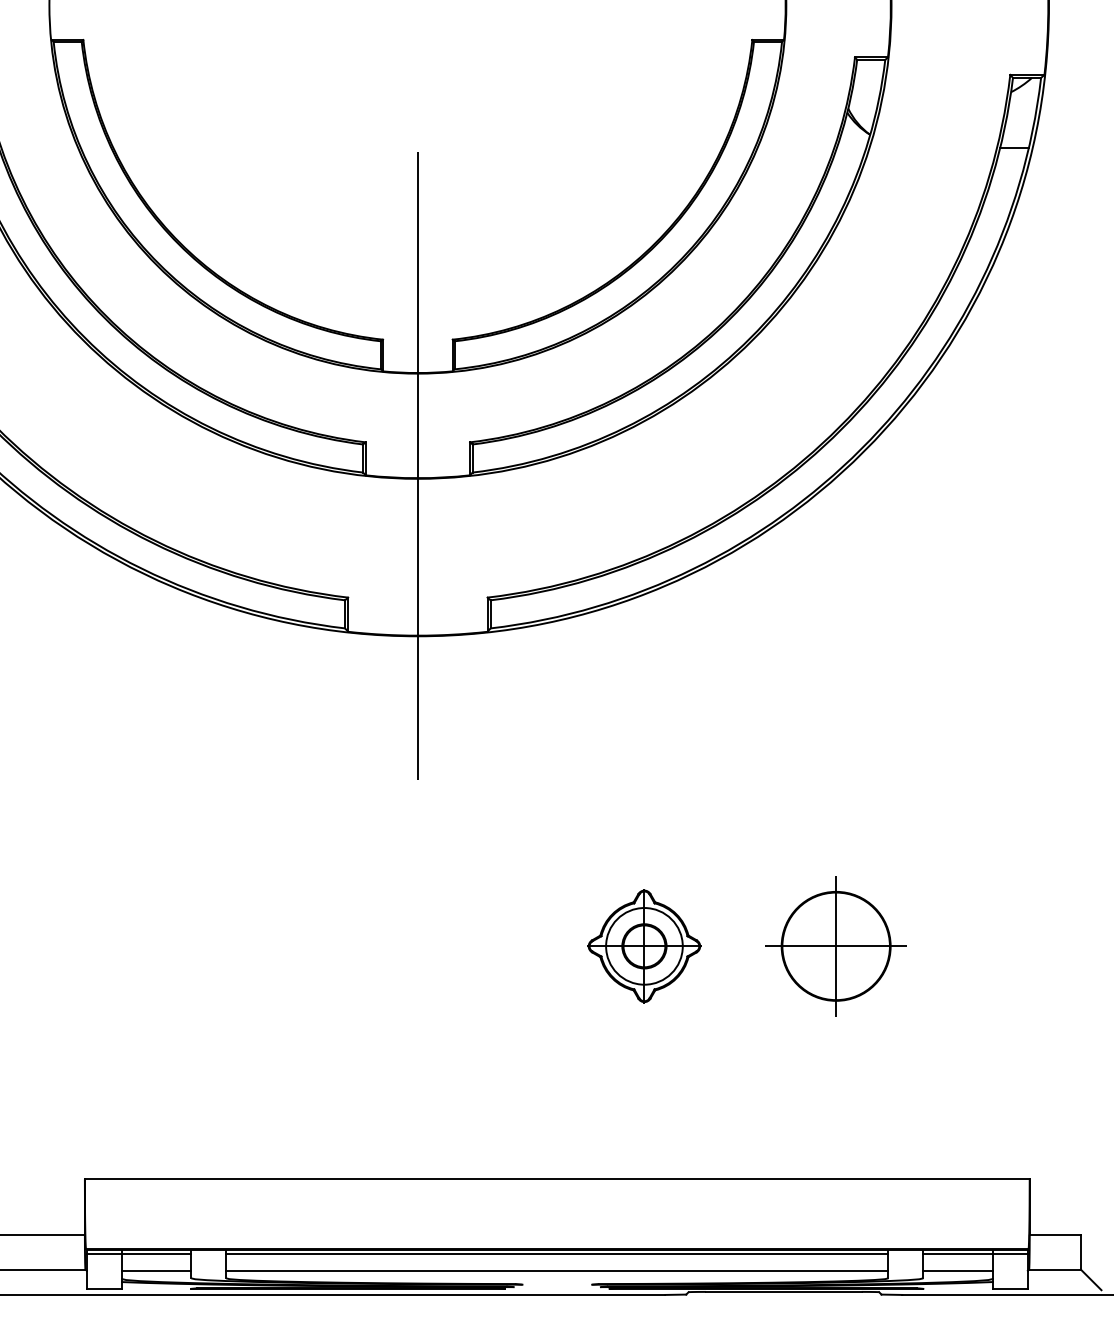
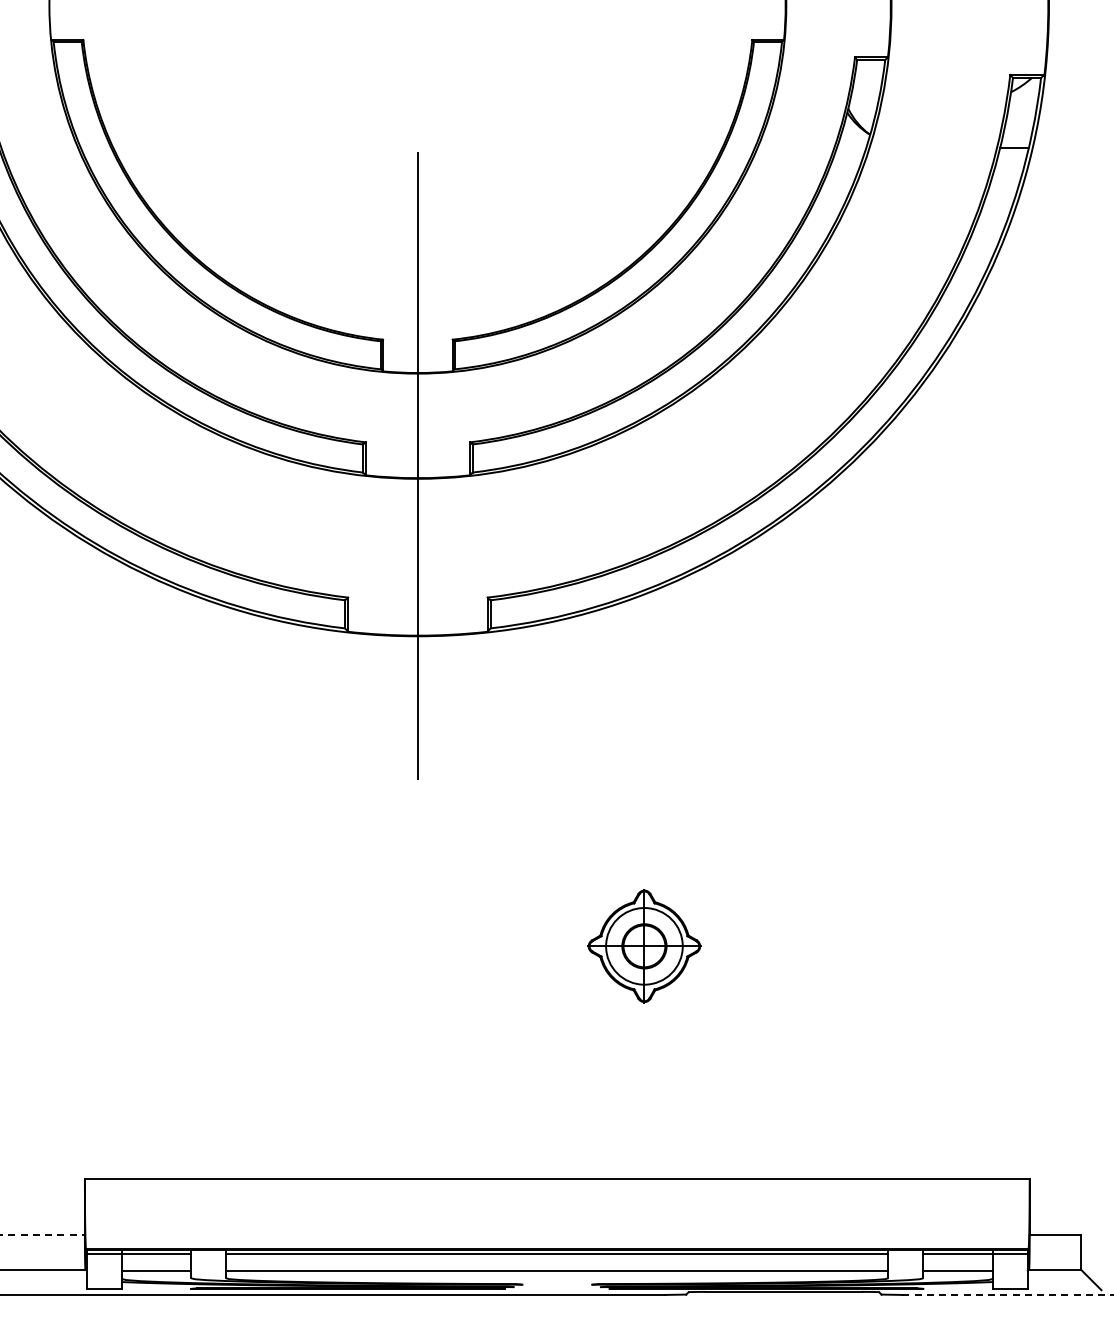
part at (835, 946): present -> none
line at (42, 1234): solid -> dashed
line at (1008, 1294): solid -> dashed
